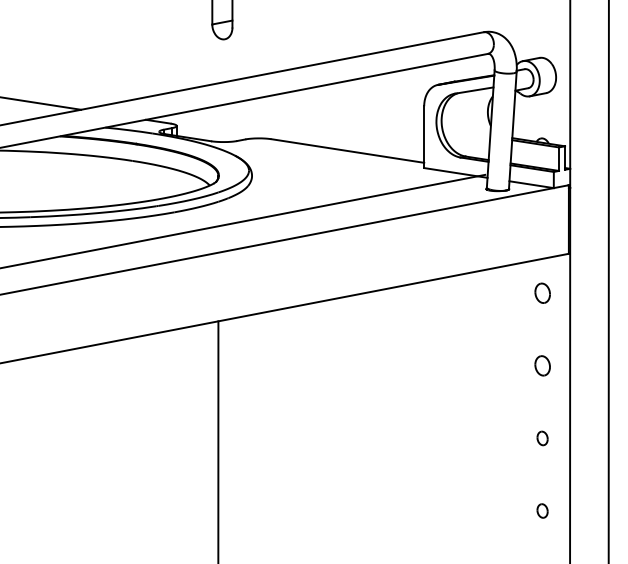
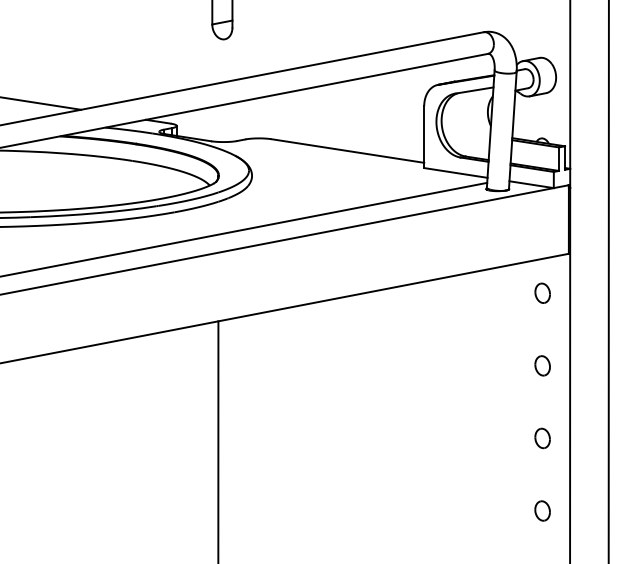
line at (243, 220) position: (243, 220) -> (244, 229)
part at (542, 438) size: 13x17 px -> 17x23 px
part at (542, 510) size: 13x16 px -> 17x22 px
